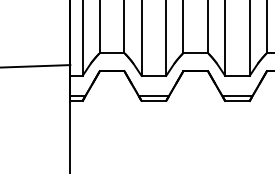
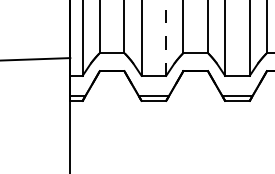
line at (166, 37): solid -> dashed
line at (36, 66) position: (36, 66) -> (36, 59)
